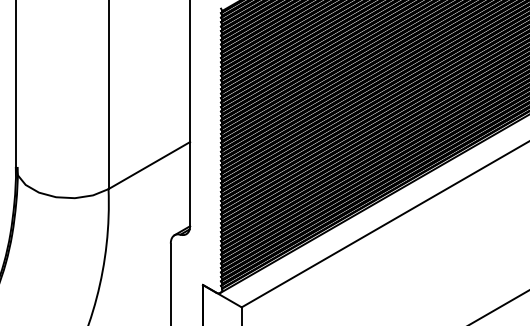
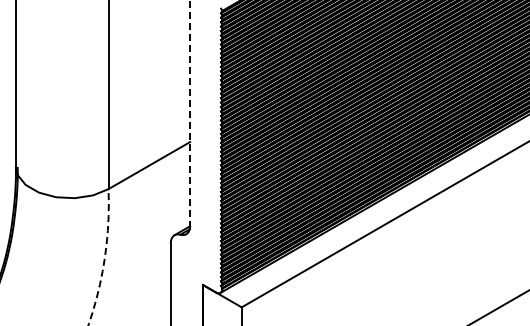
line at (190, 113): solid -> dashed
arc at (104, 257): solid -> dashed
